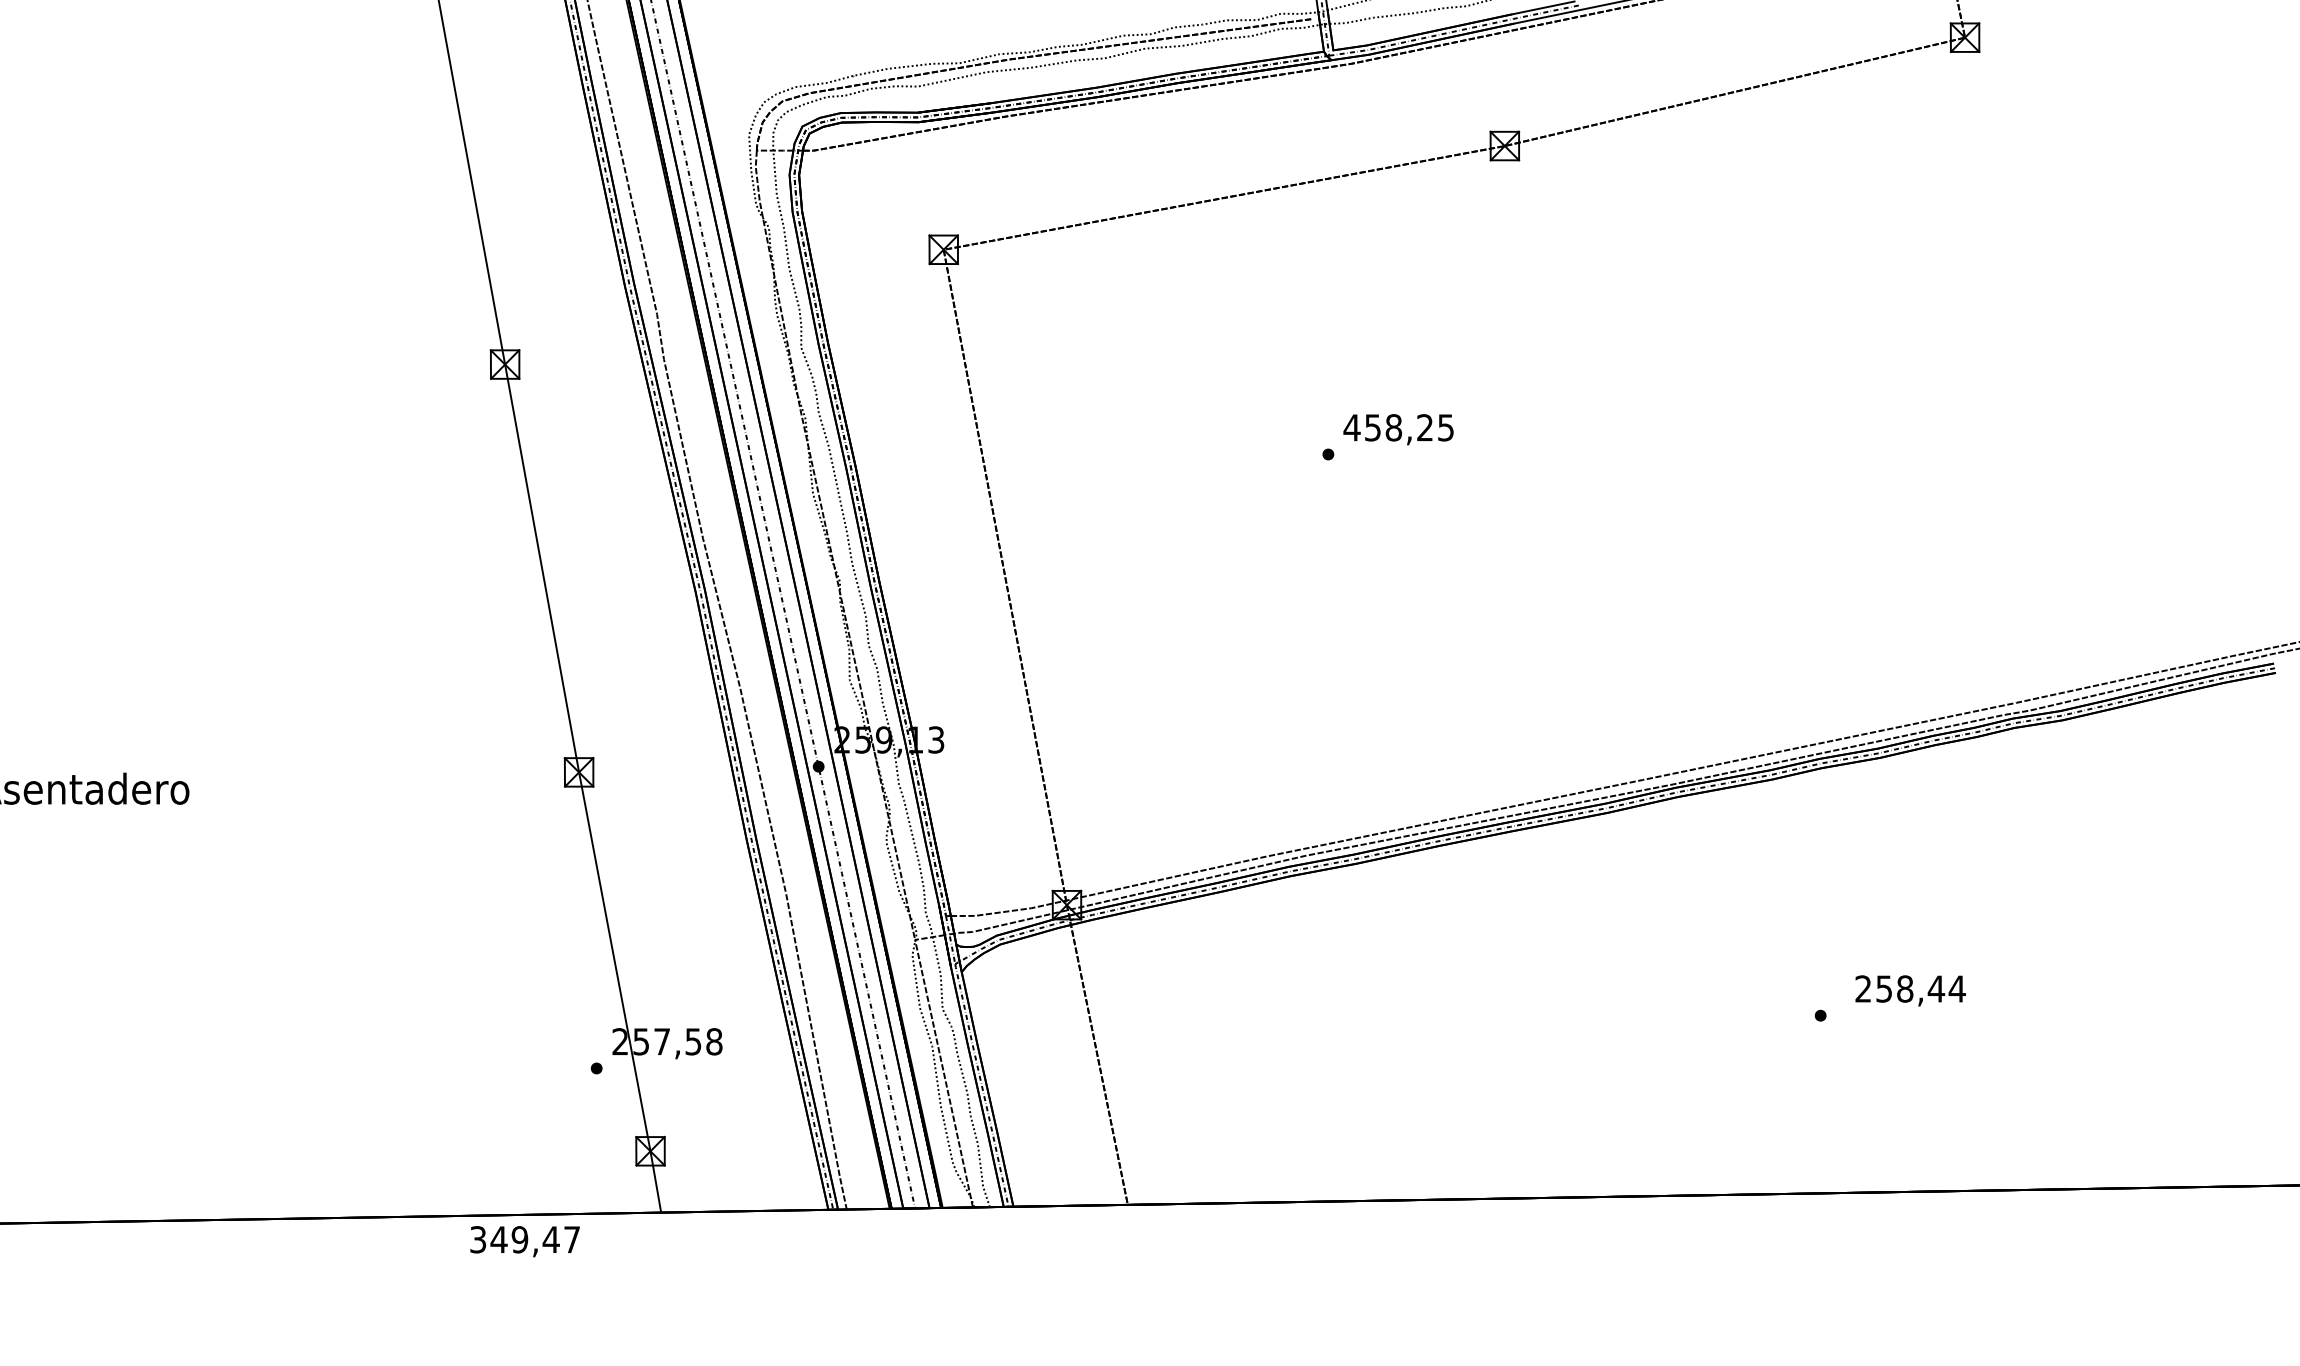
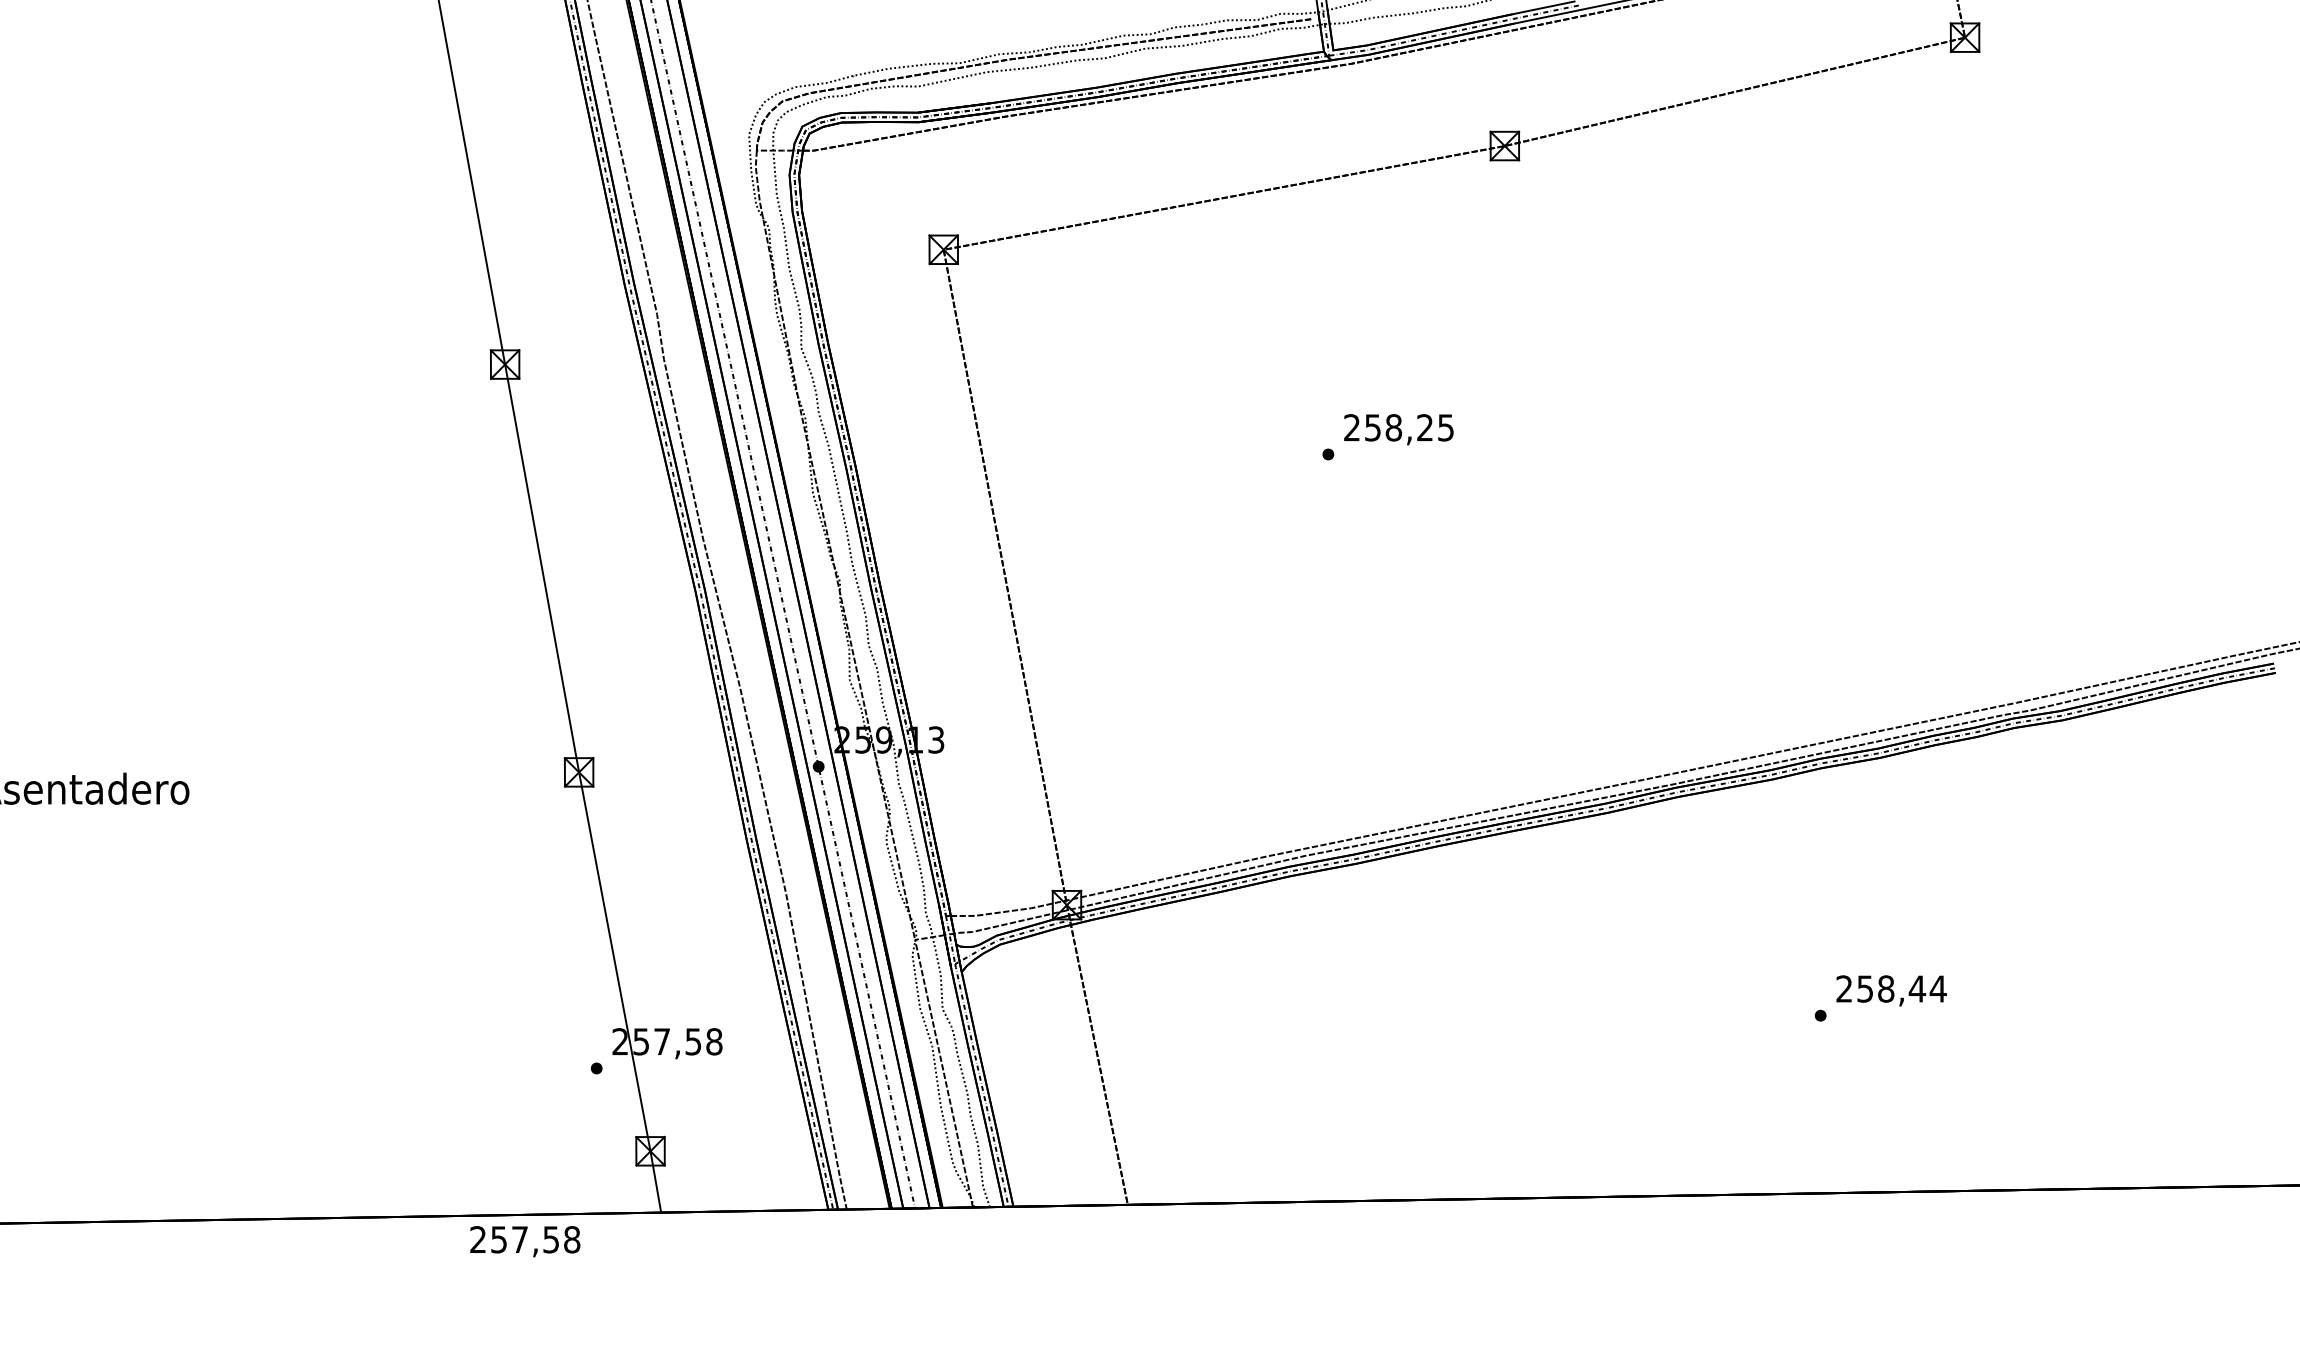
text at (1351, 427): 458,25 -> 258,25
text at (1910, 990) position: (1910, 990) -> (1891, 990)
text at (525, 1239): 349,47 -> 257,58
